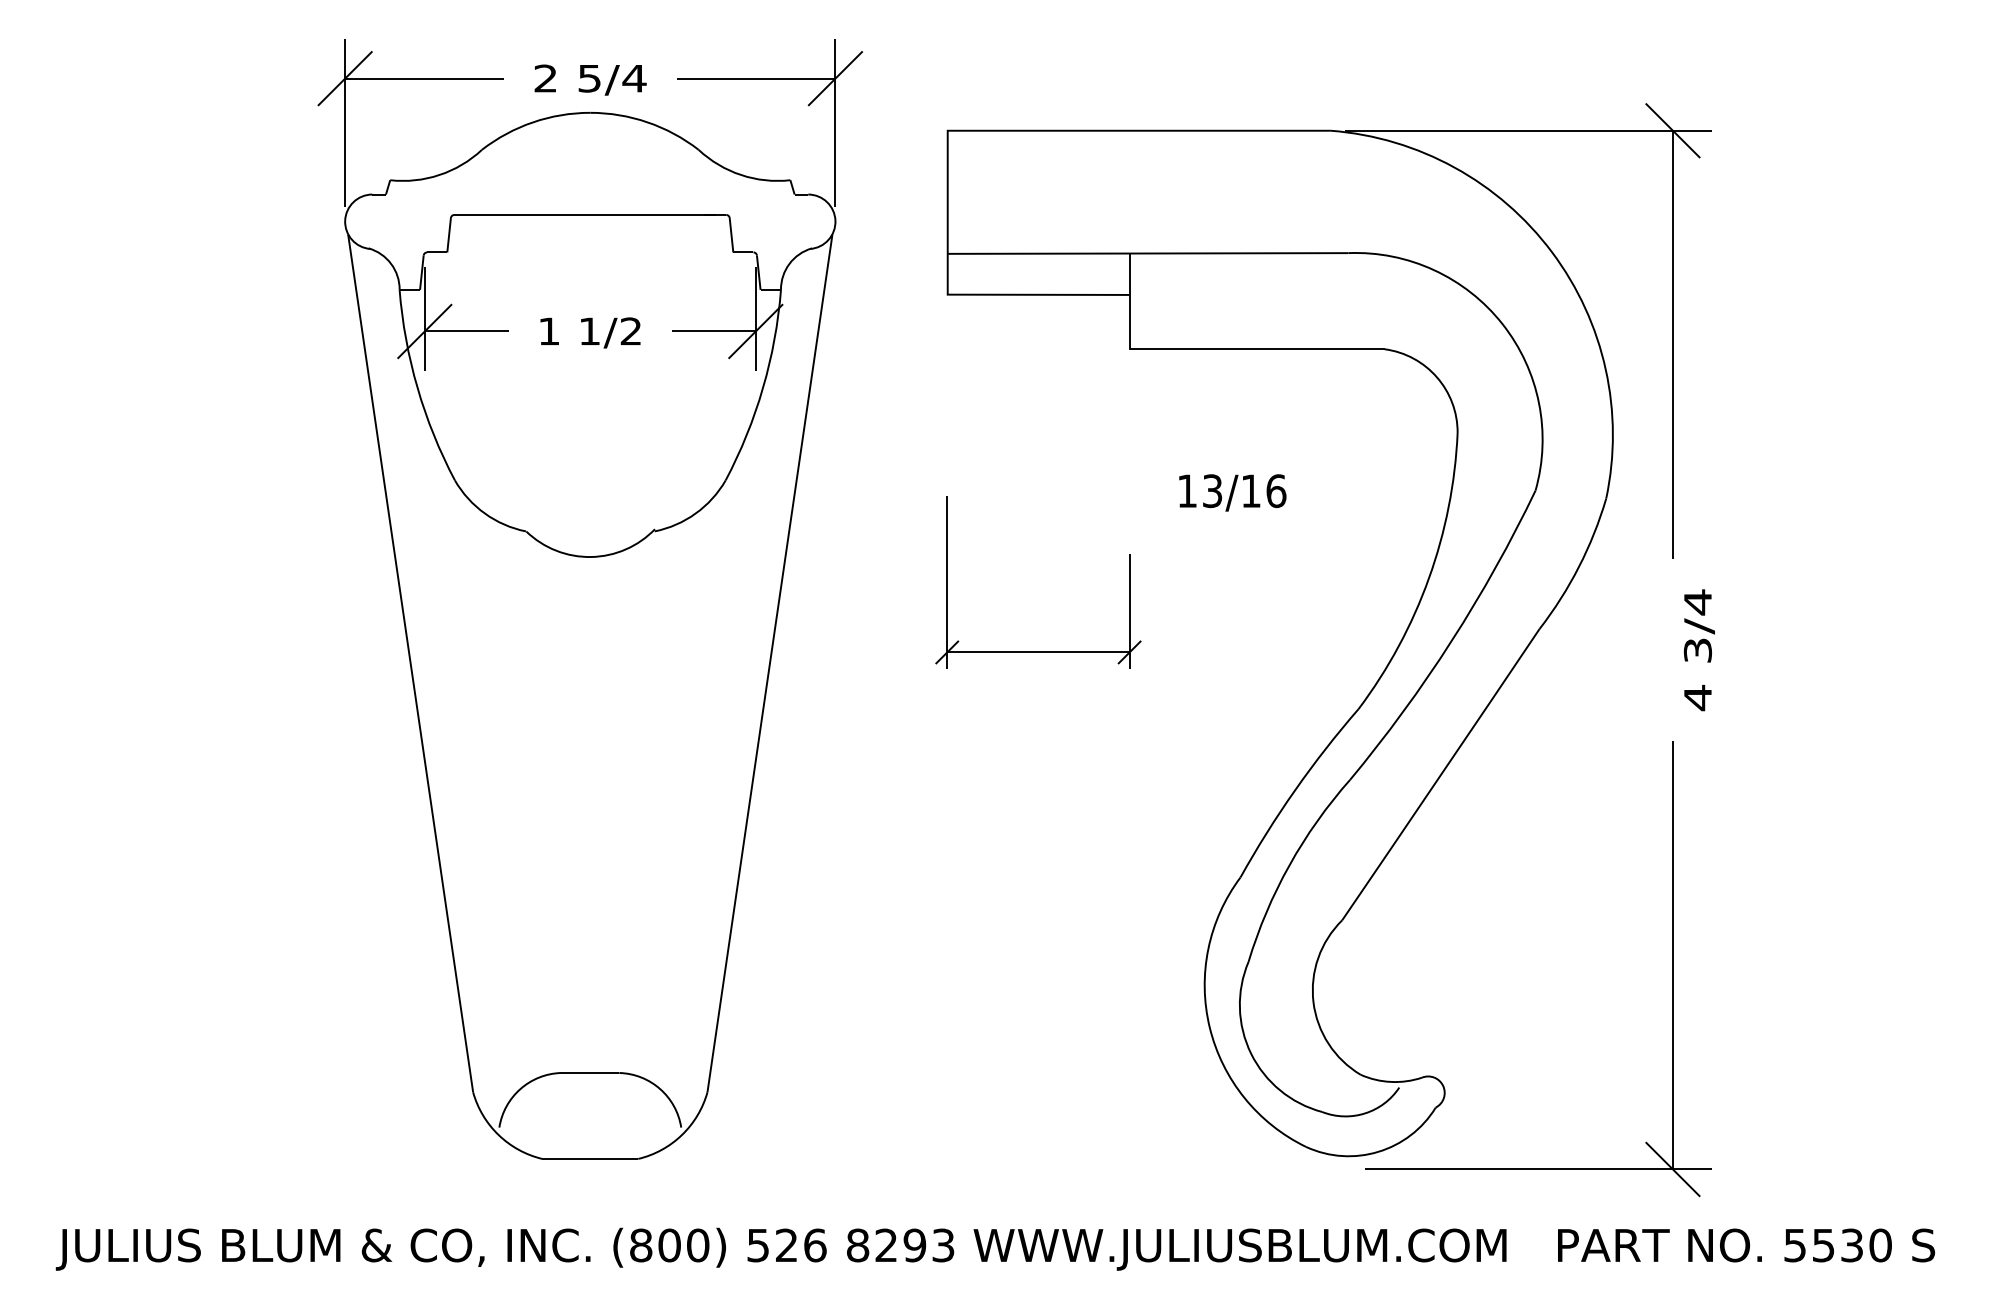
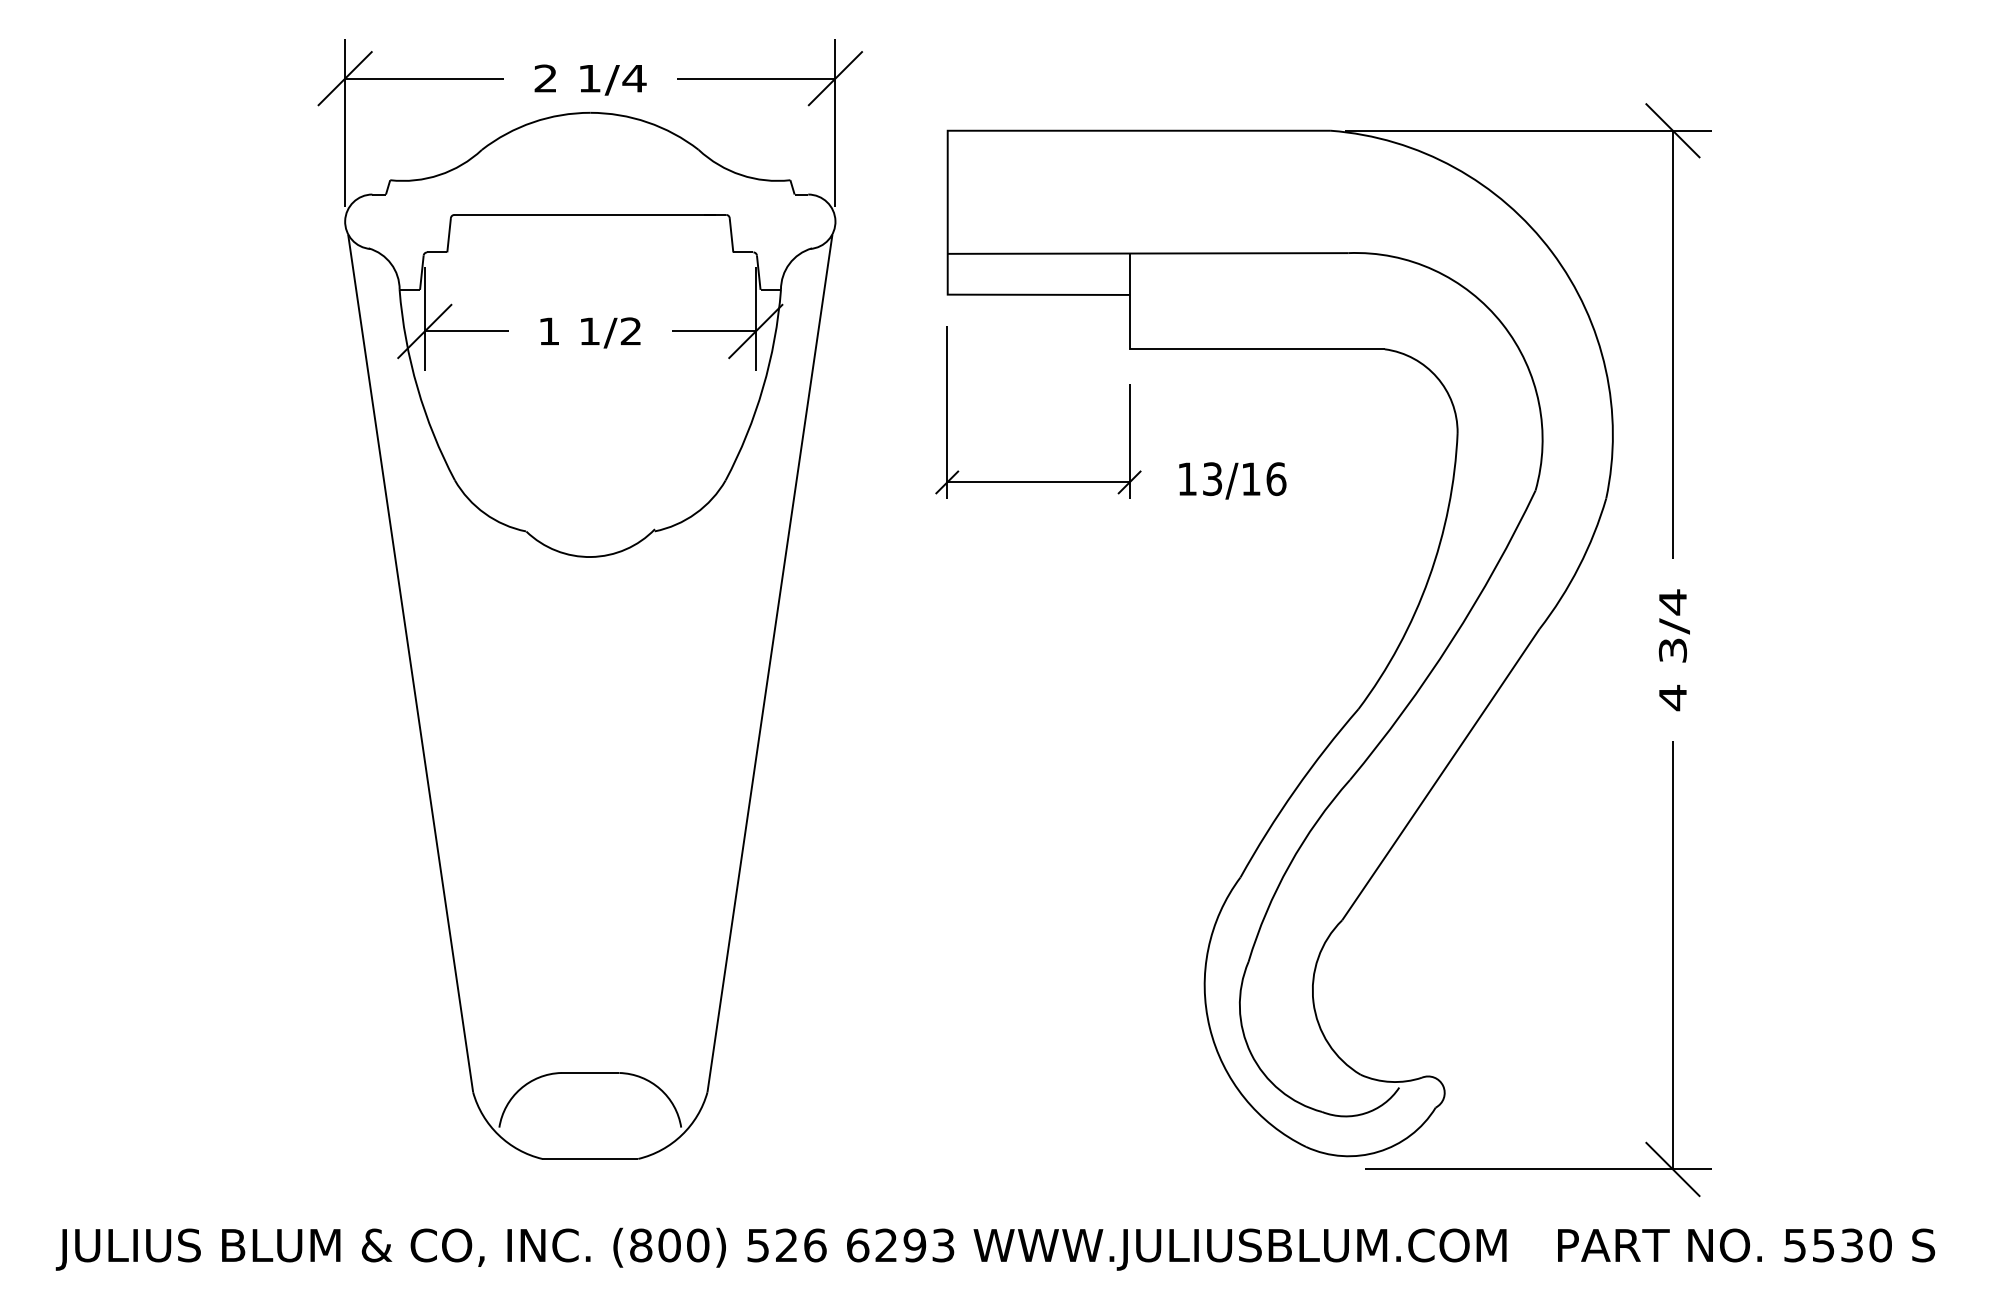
text at (589, 78): 5/4 -> 1/4
text at (1232, 492) position: (1232, 492) -> (1232, 480)
text at (1698, 650) position: (1698, 650) -> (1673, 650)
part at (1038, 651) position: (1038, 651) -> (1038, 481)
text at (858, 1245): 8293 -> 6293
